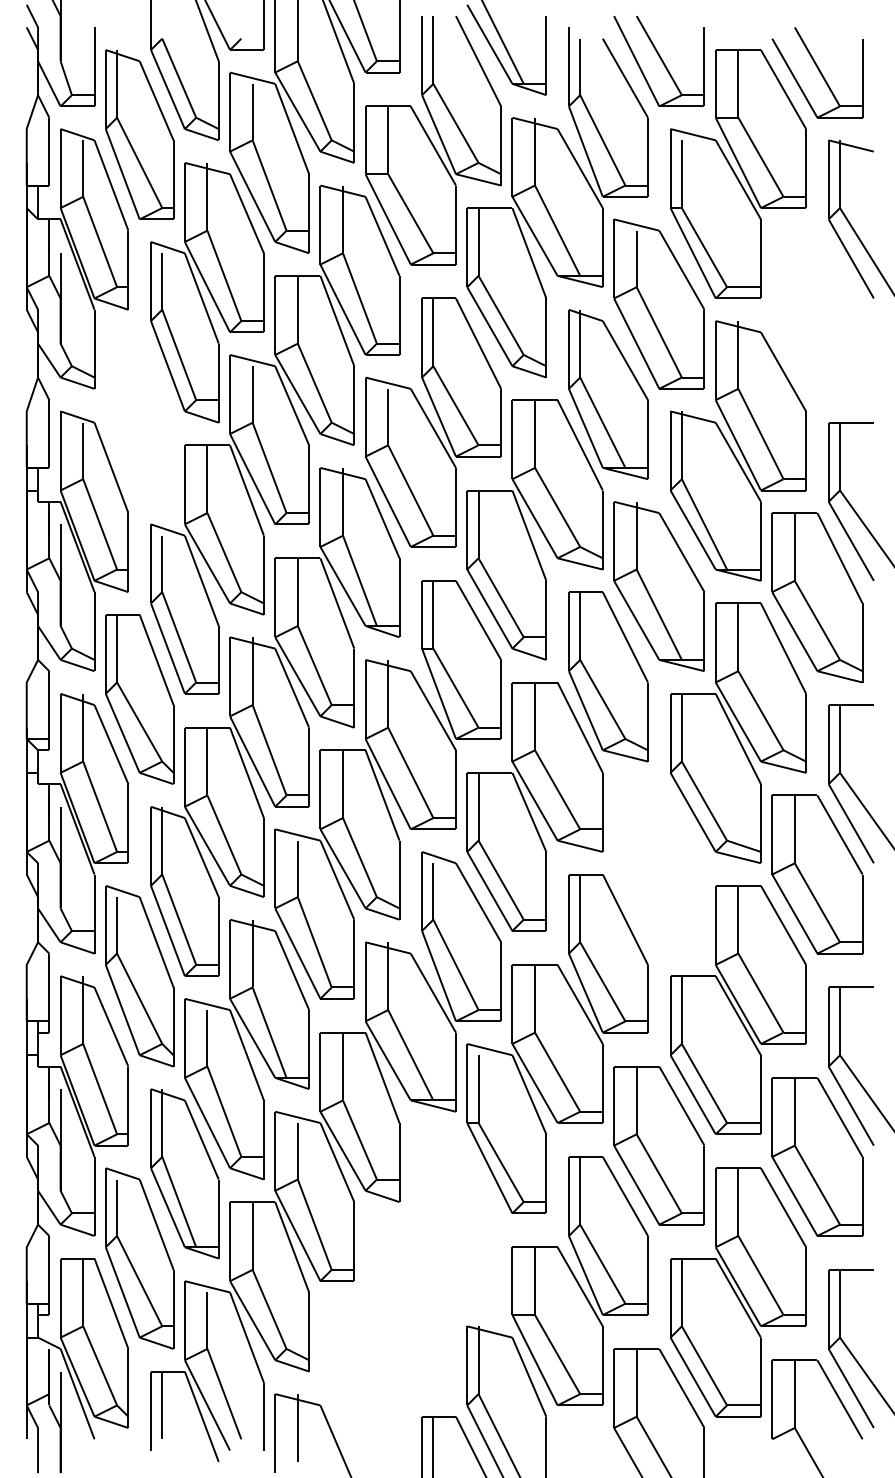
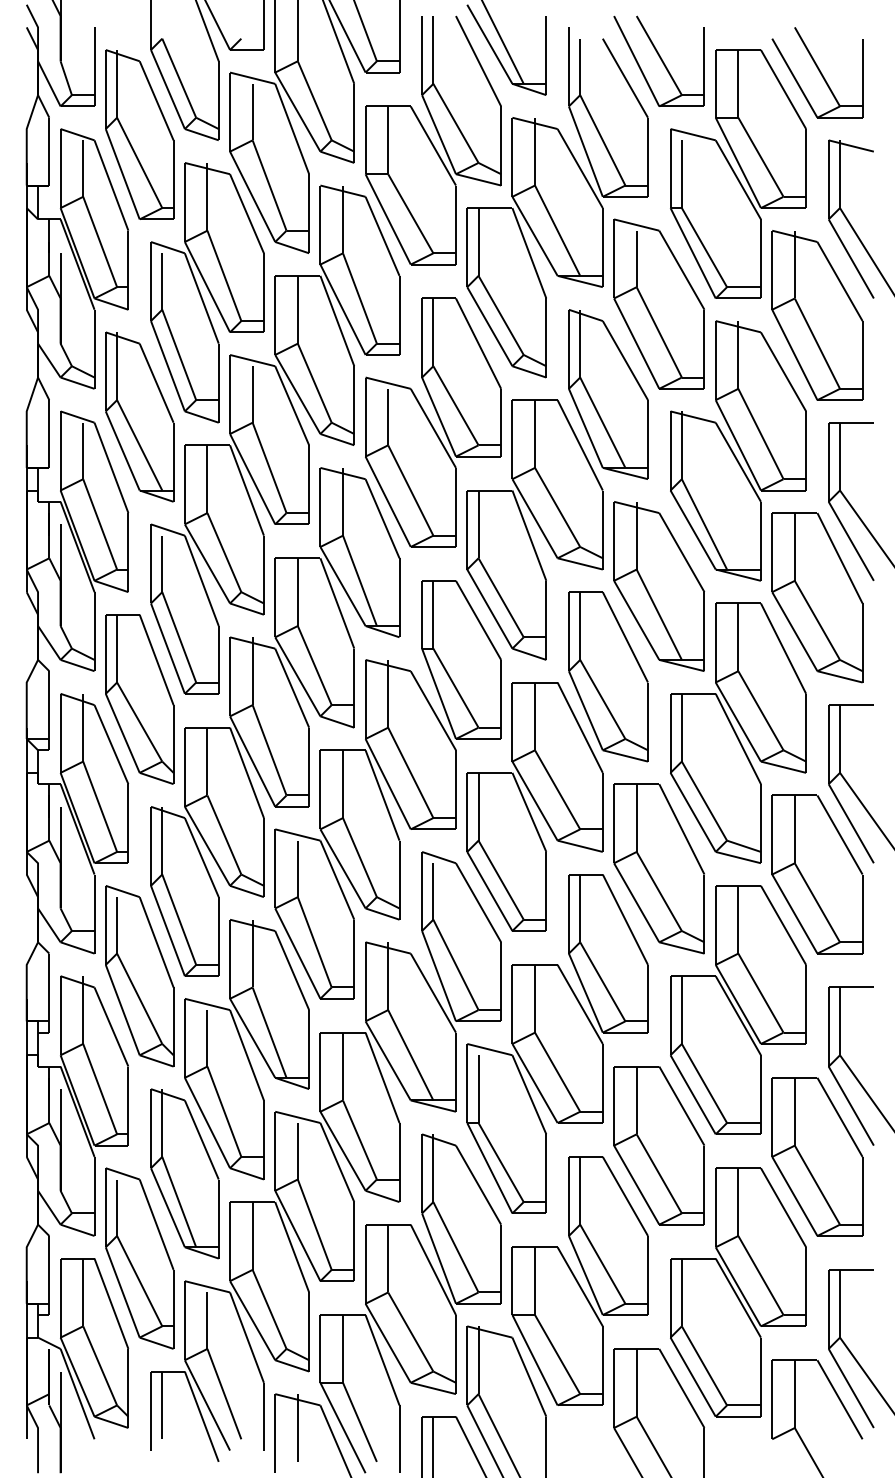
part at (817, 315): none -> present
part at (139, 416): none -> present
part at (658, 868): none -> present
part at (410, 1303): none -> present
